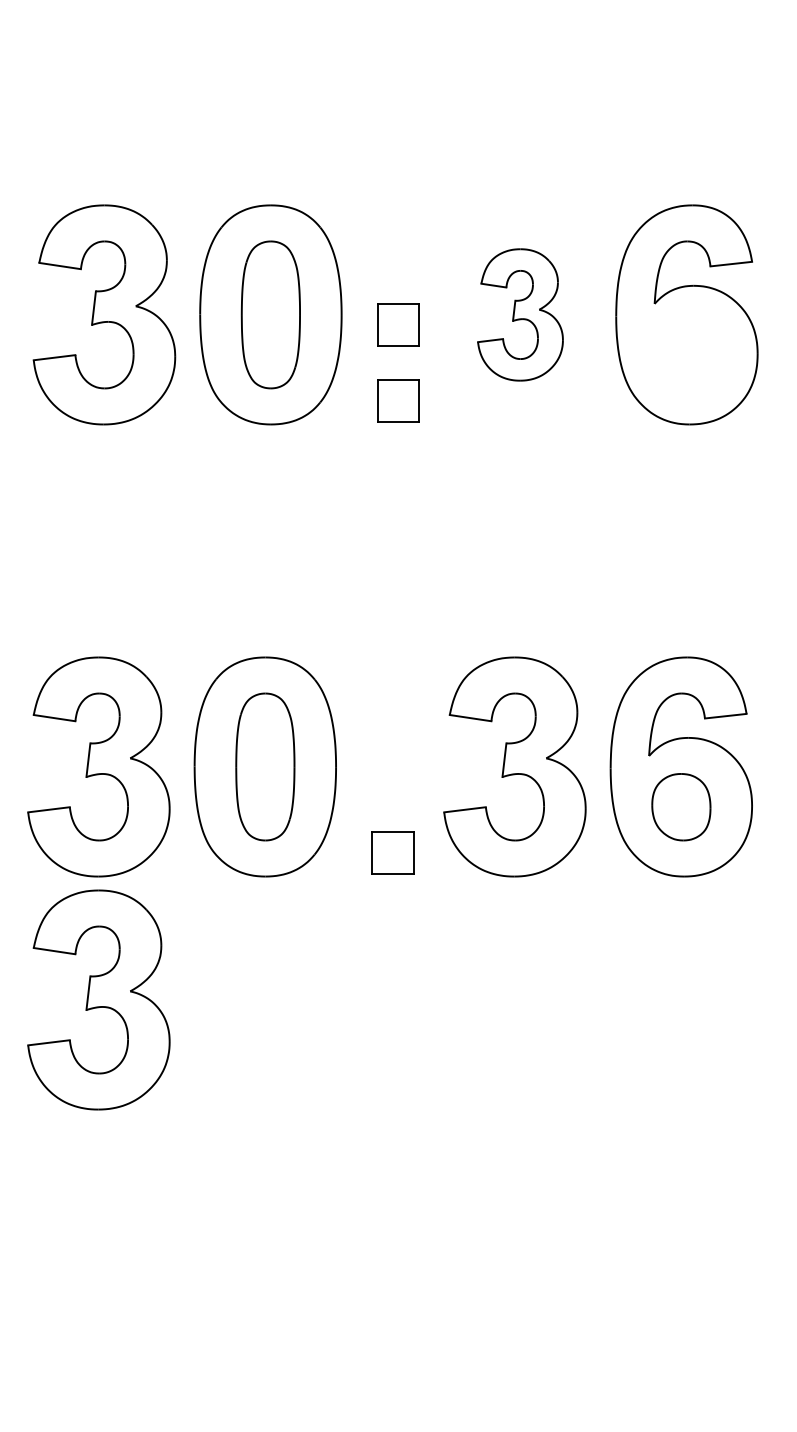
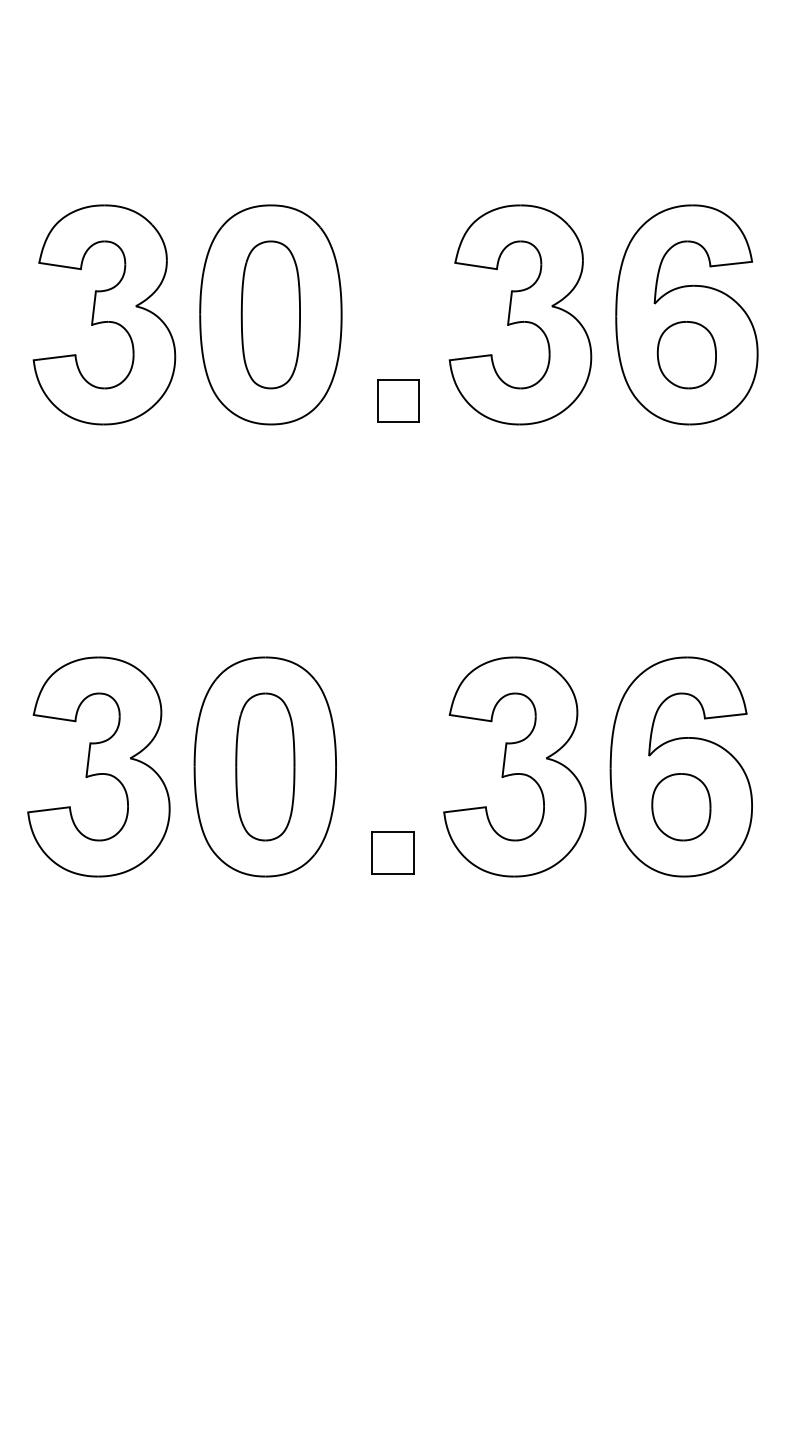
part at (520, 314) size: 87x134 px -> 145x222 px
part at (398, 324): present -> none
part at (686, 355): none -> present
part at (98, 999): present -> none
